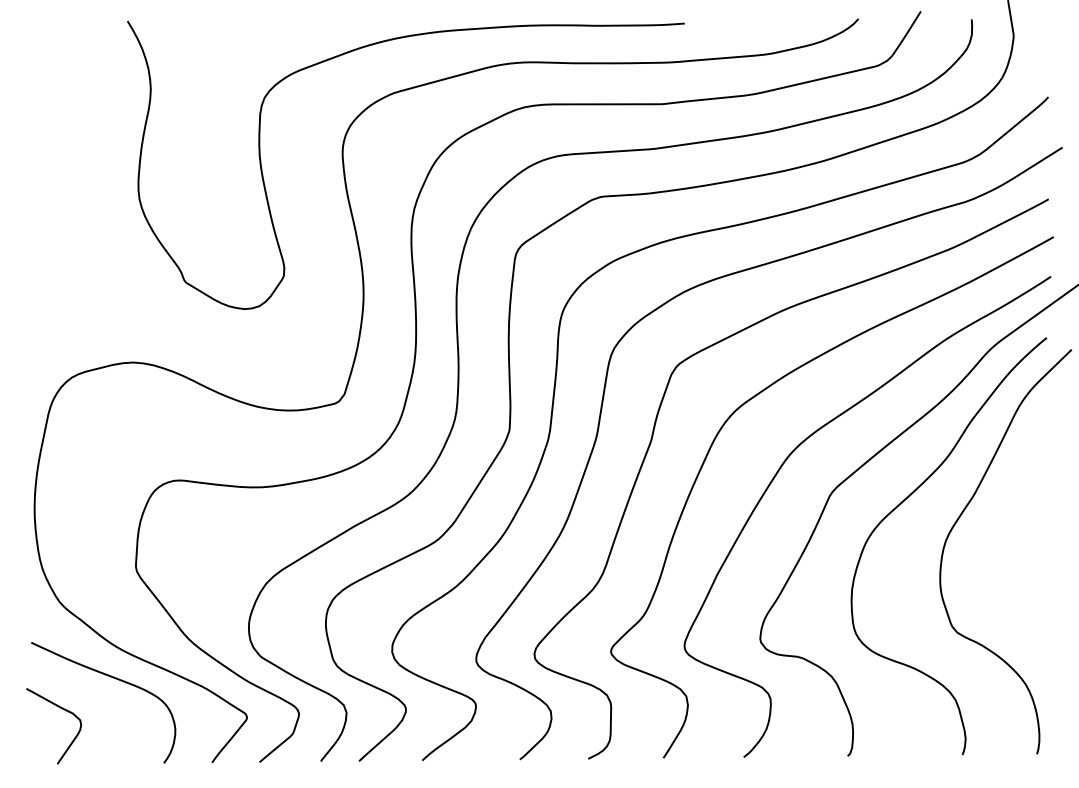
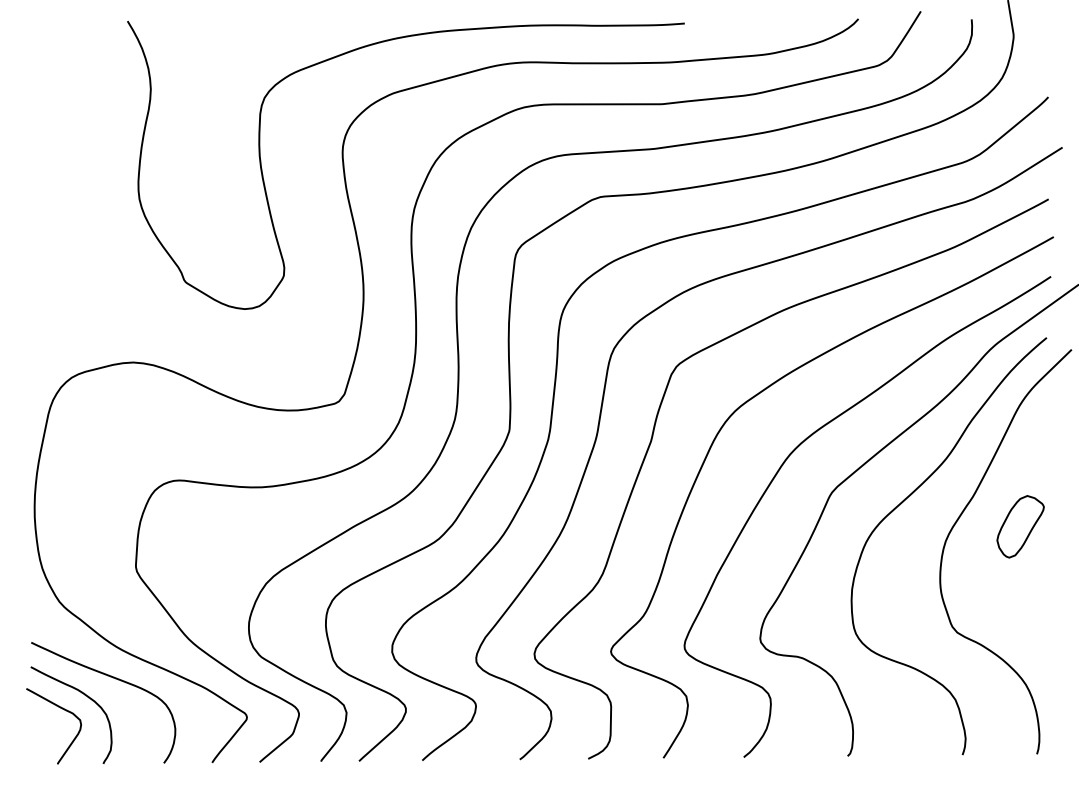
part at (1020, 526): none -> present
curve at (85, 696): none -> present
